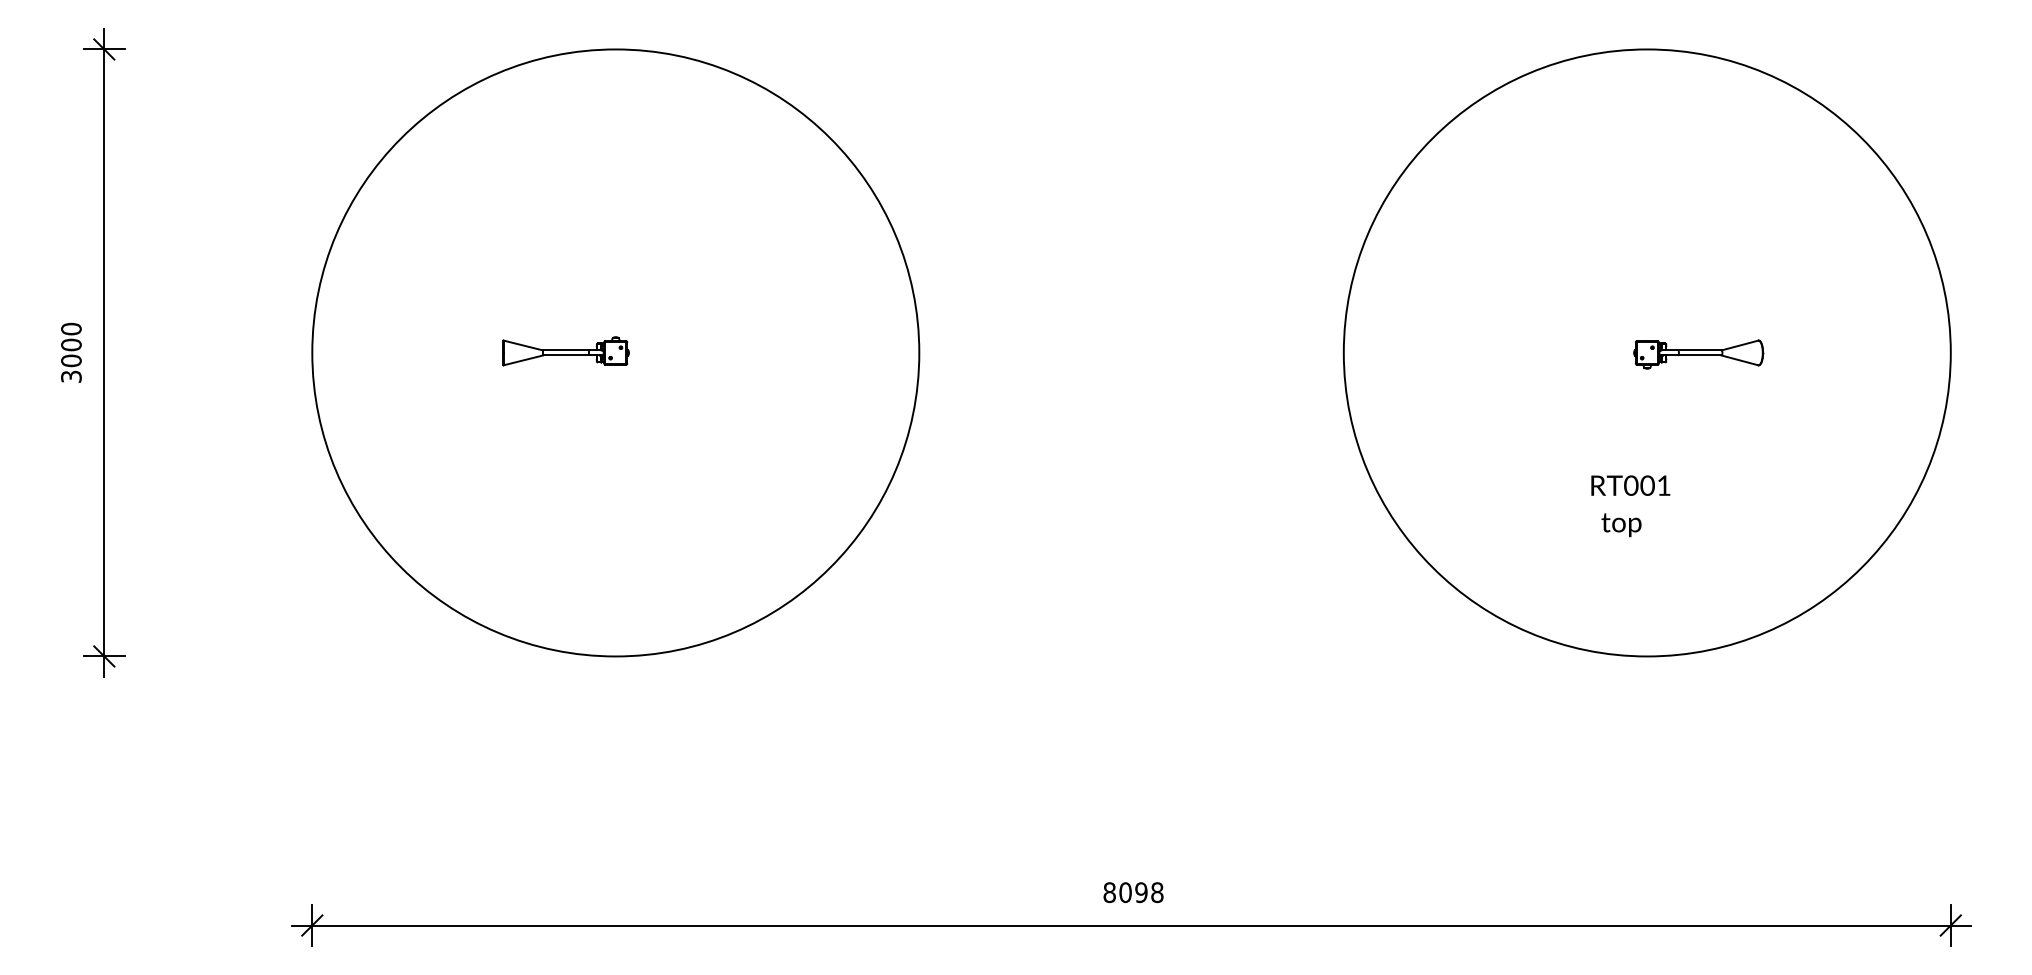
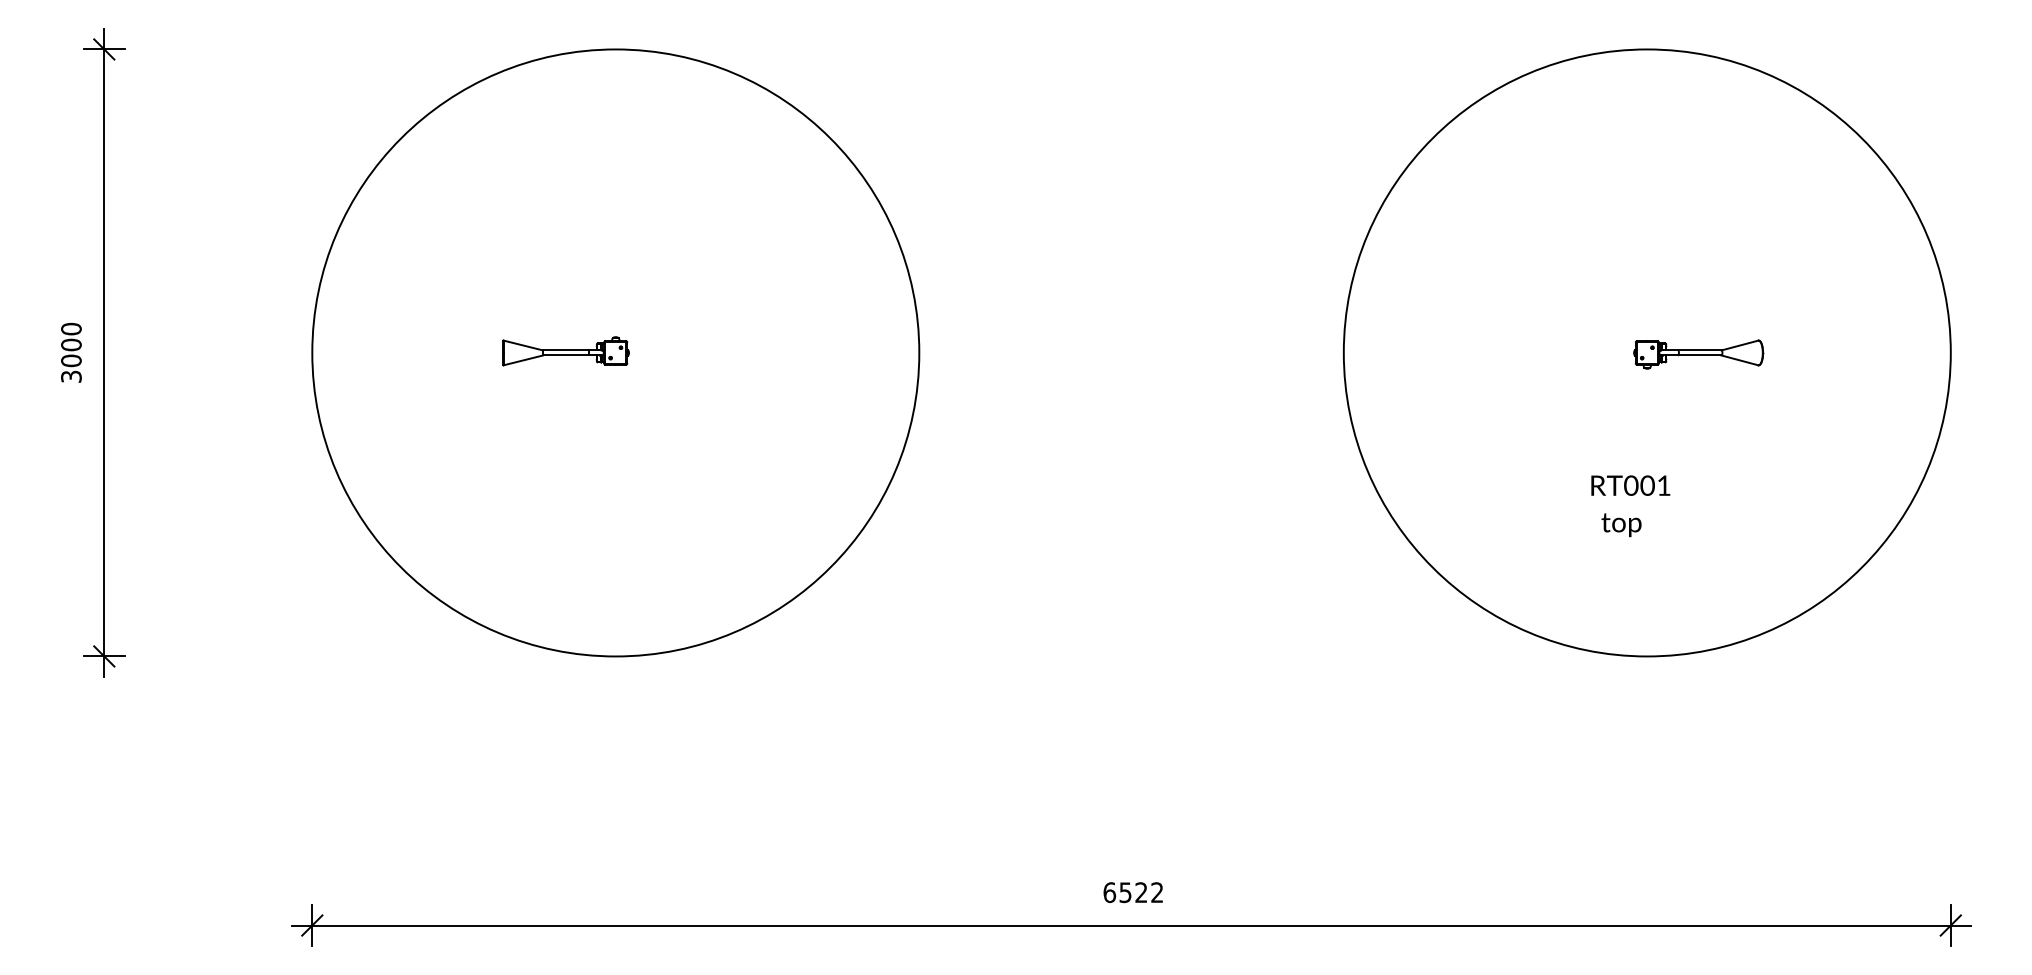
text at (1133, 892): 8098 -> 6522
